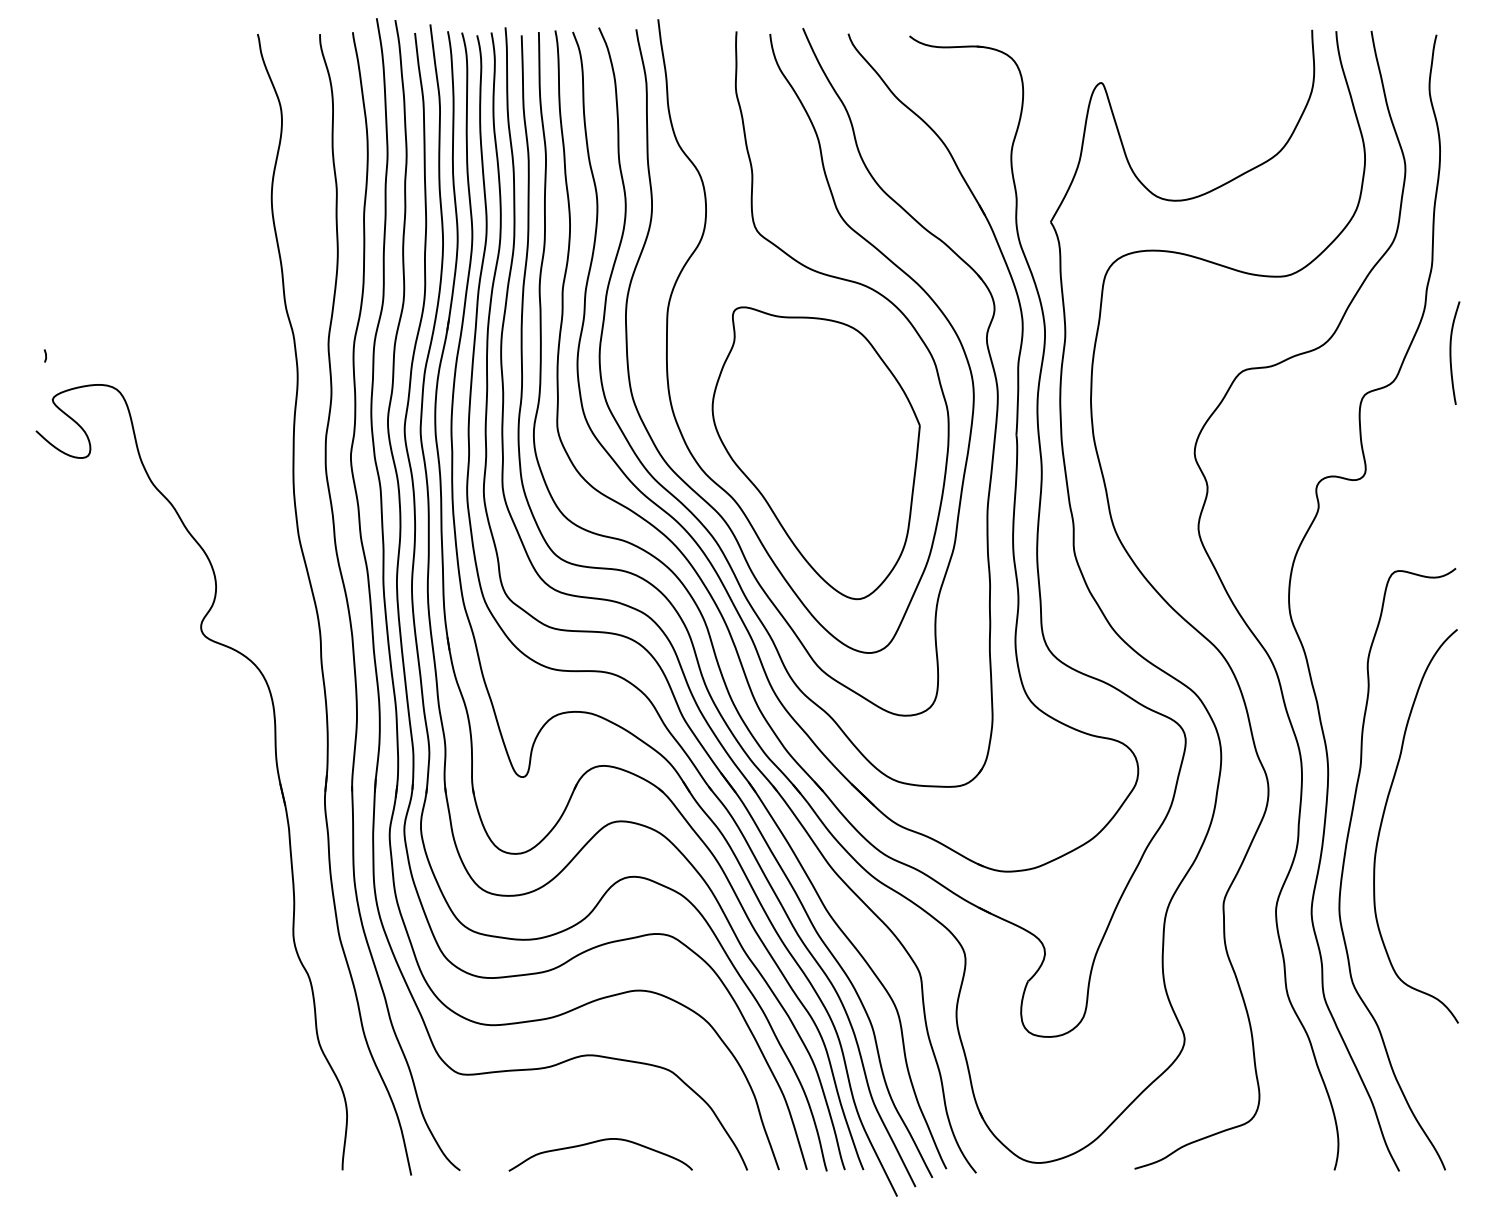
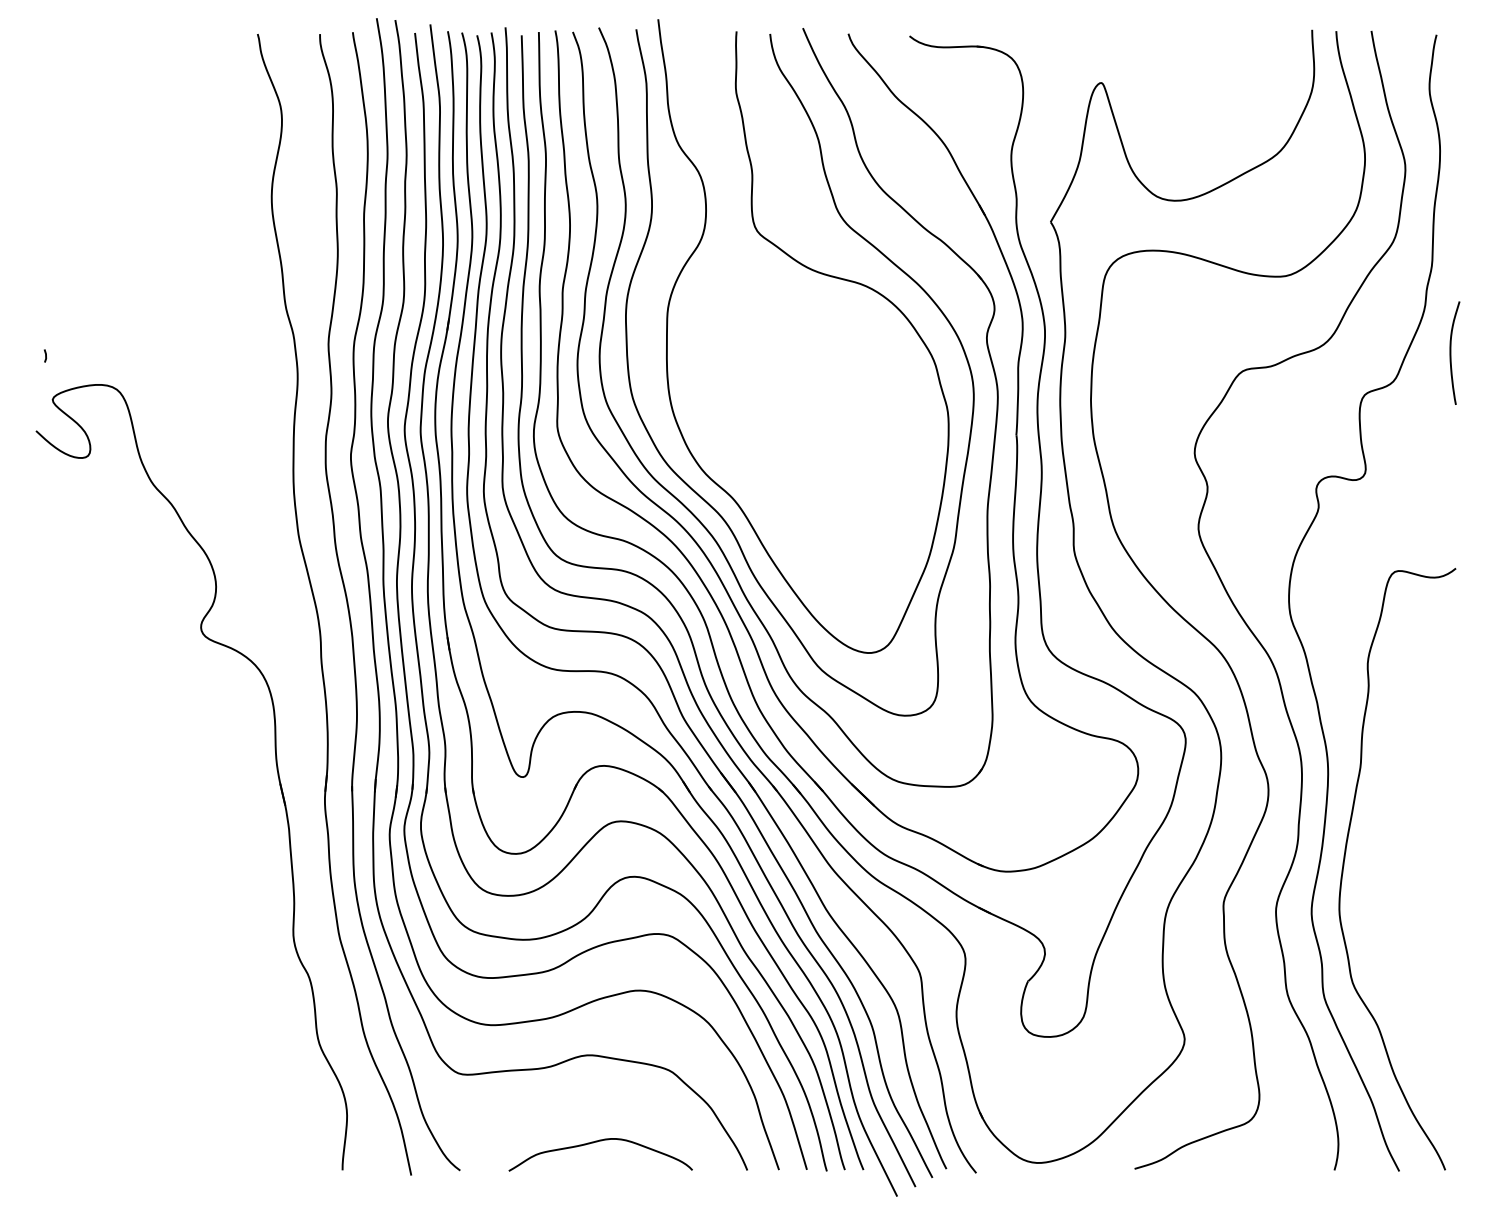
part at (815, 453): present -> none
curve at (1383, 819): present -> none
